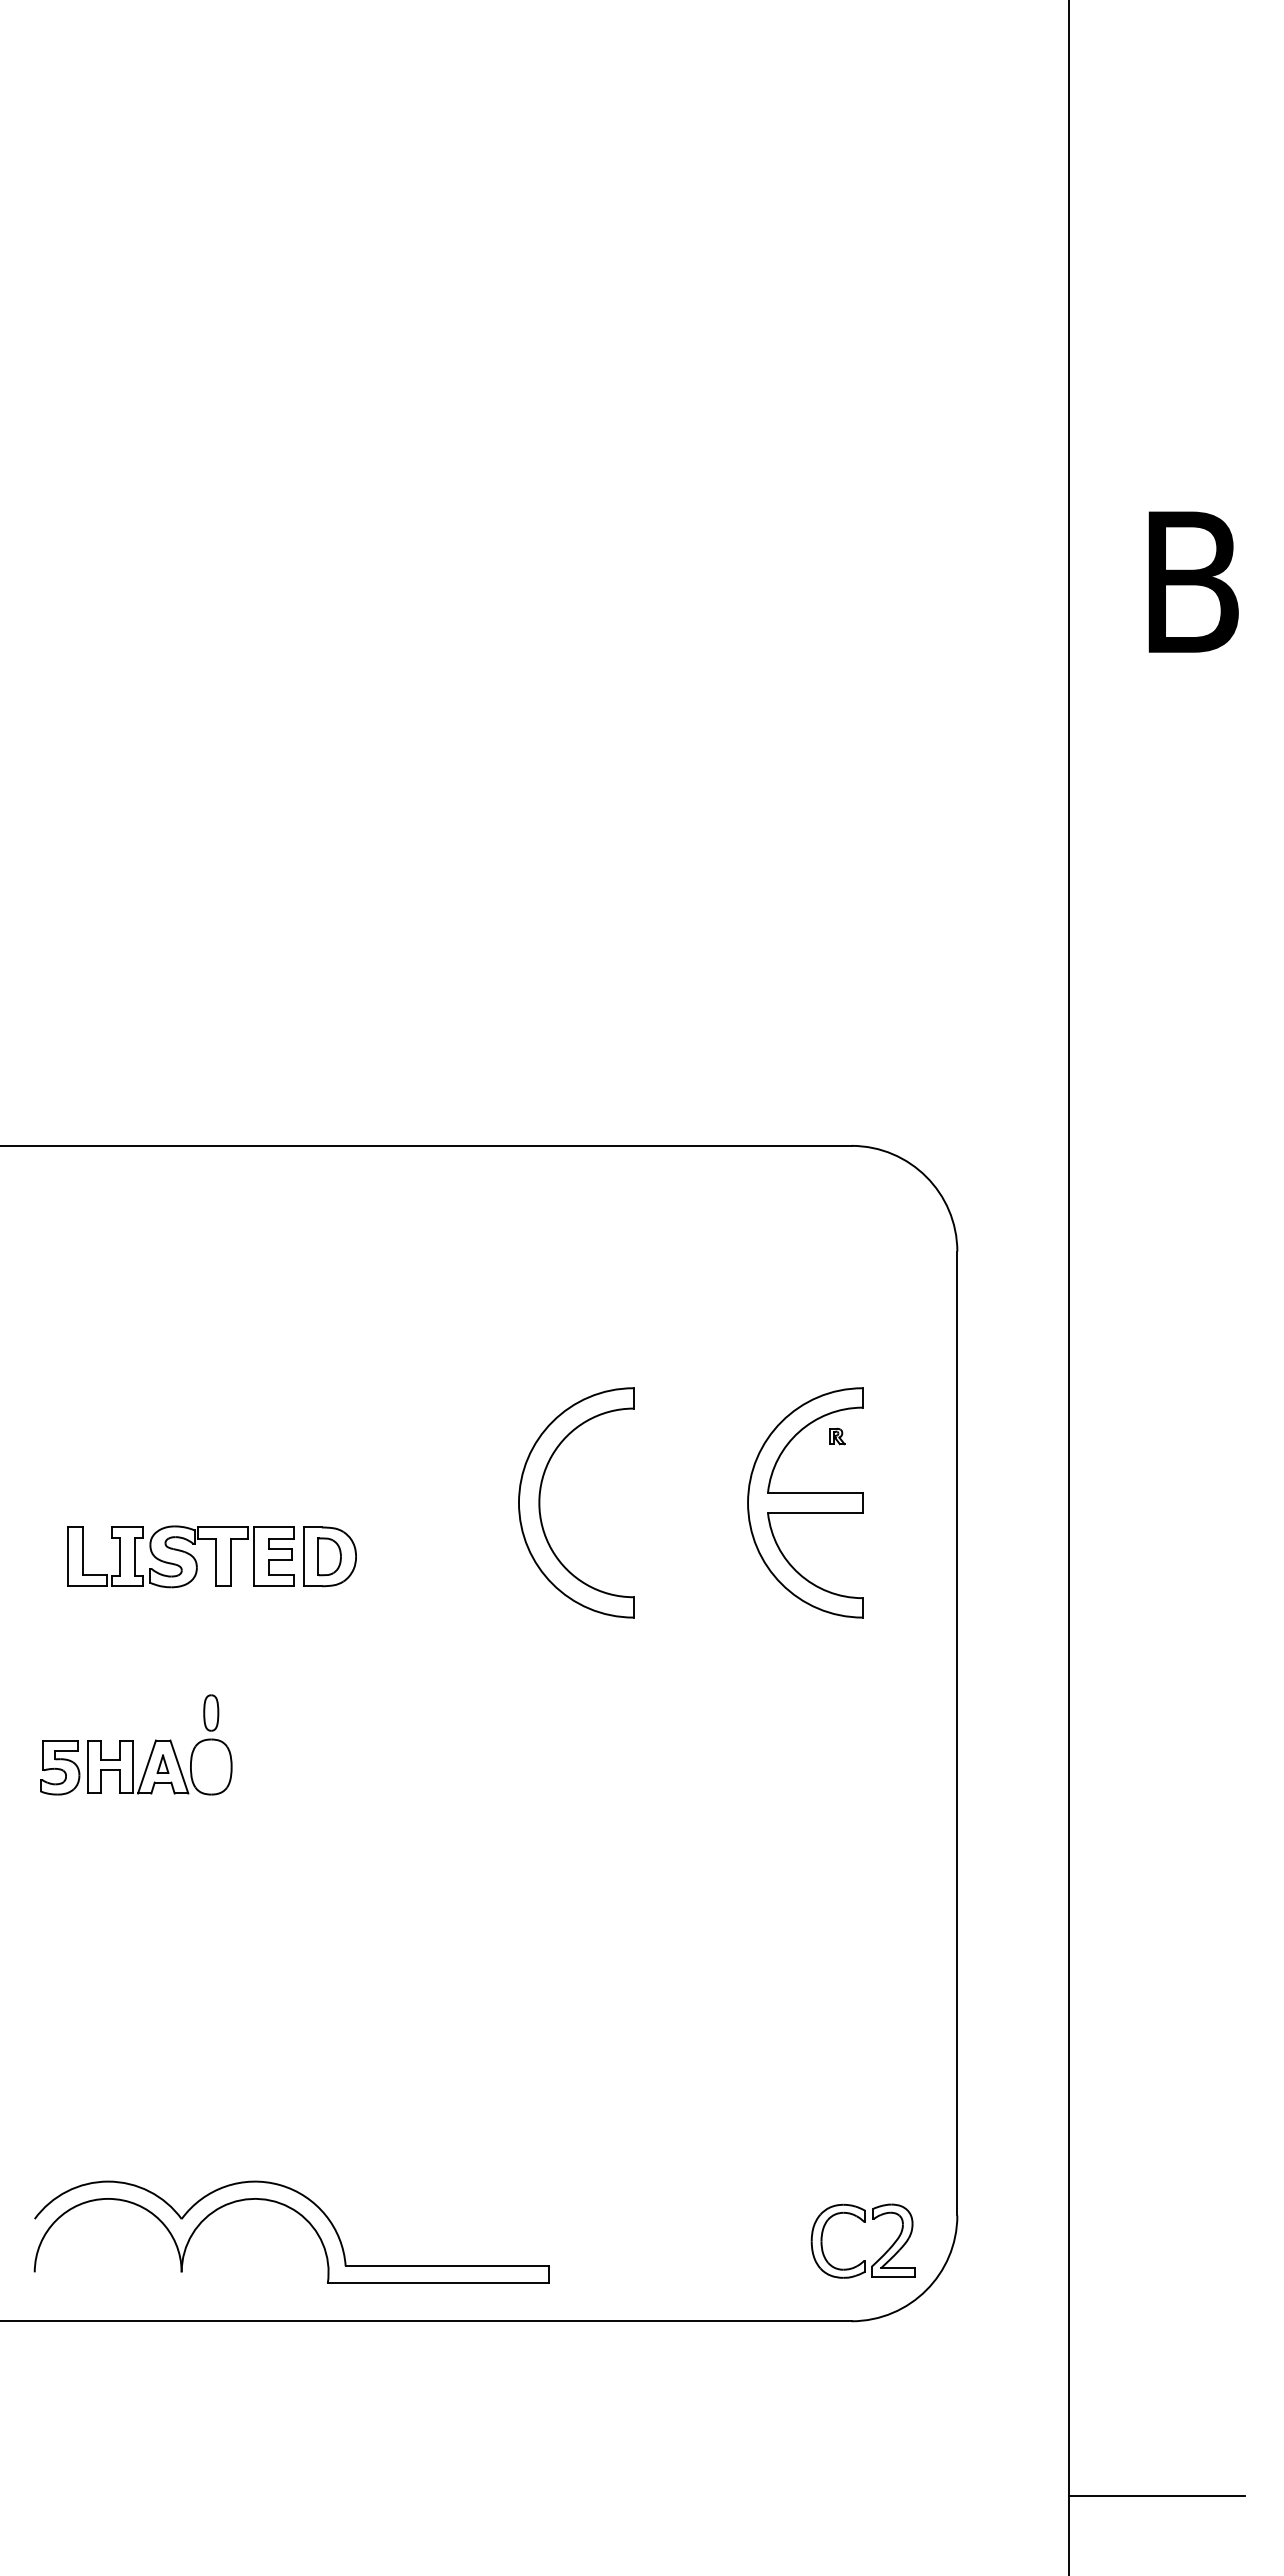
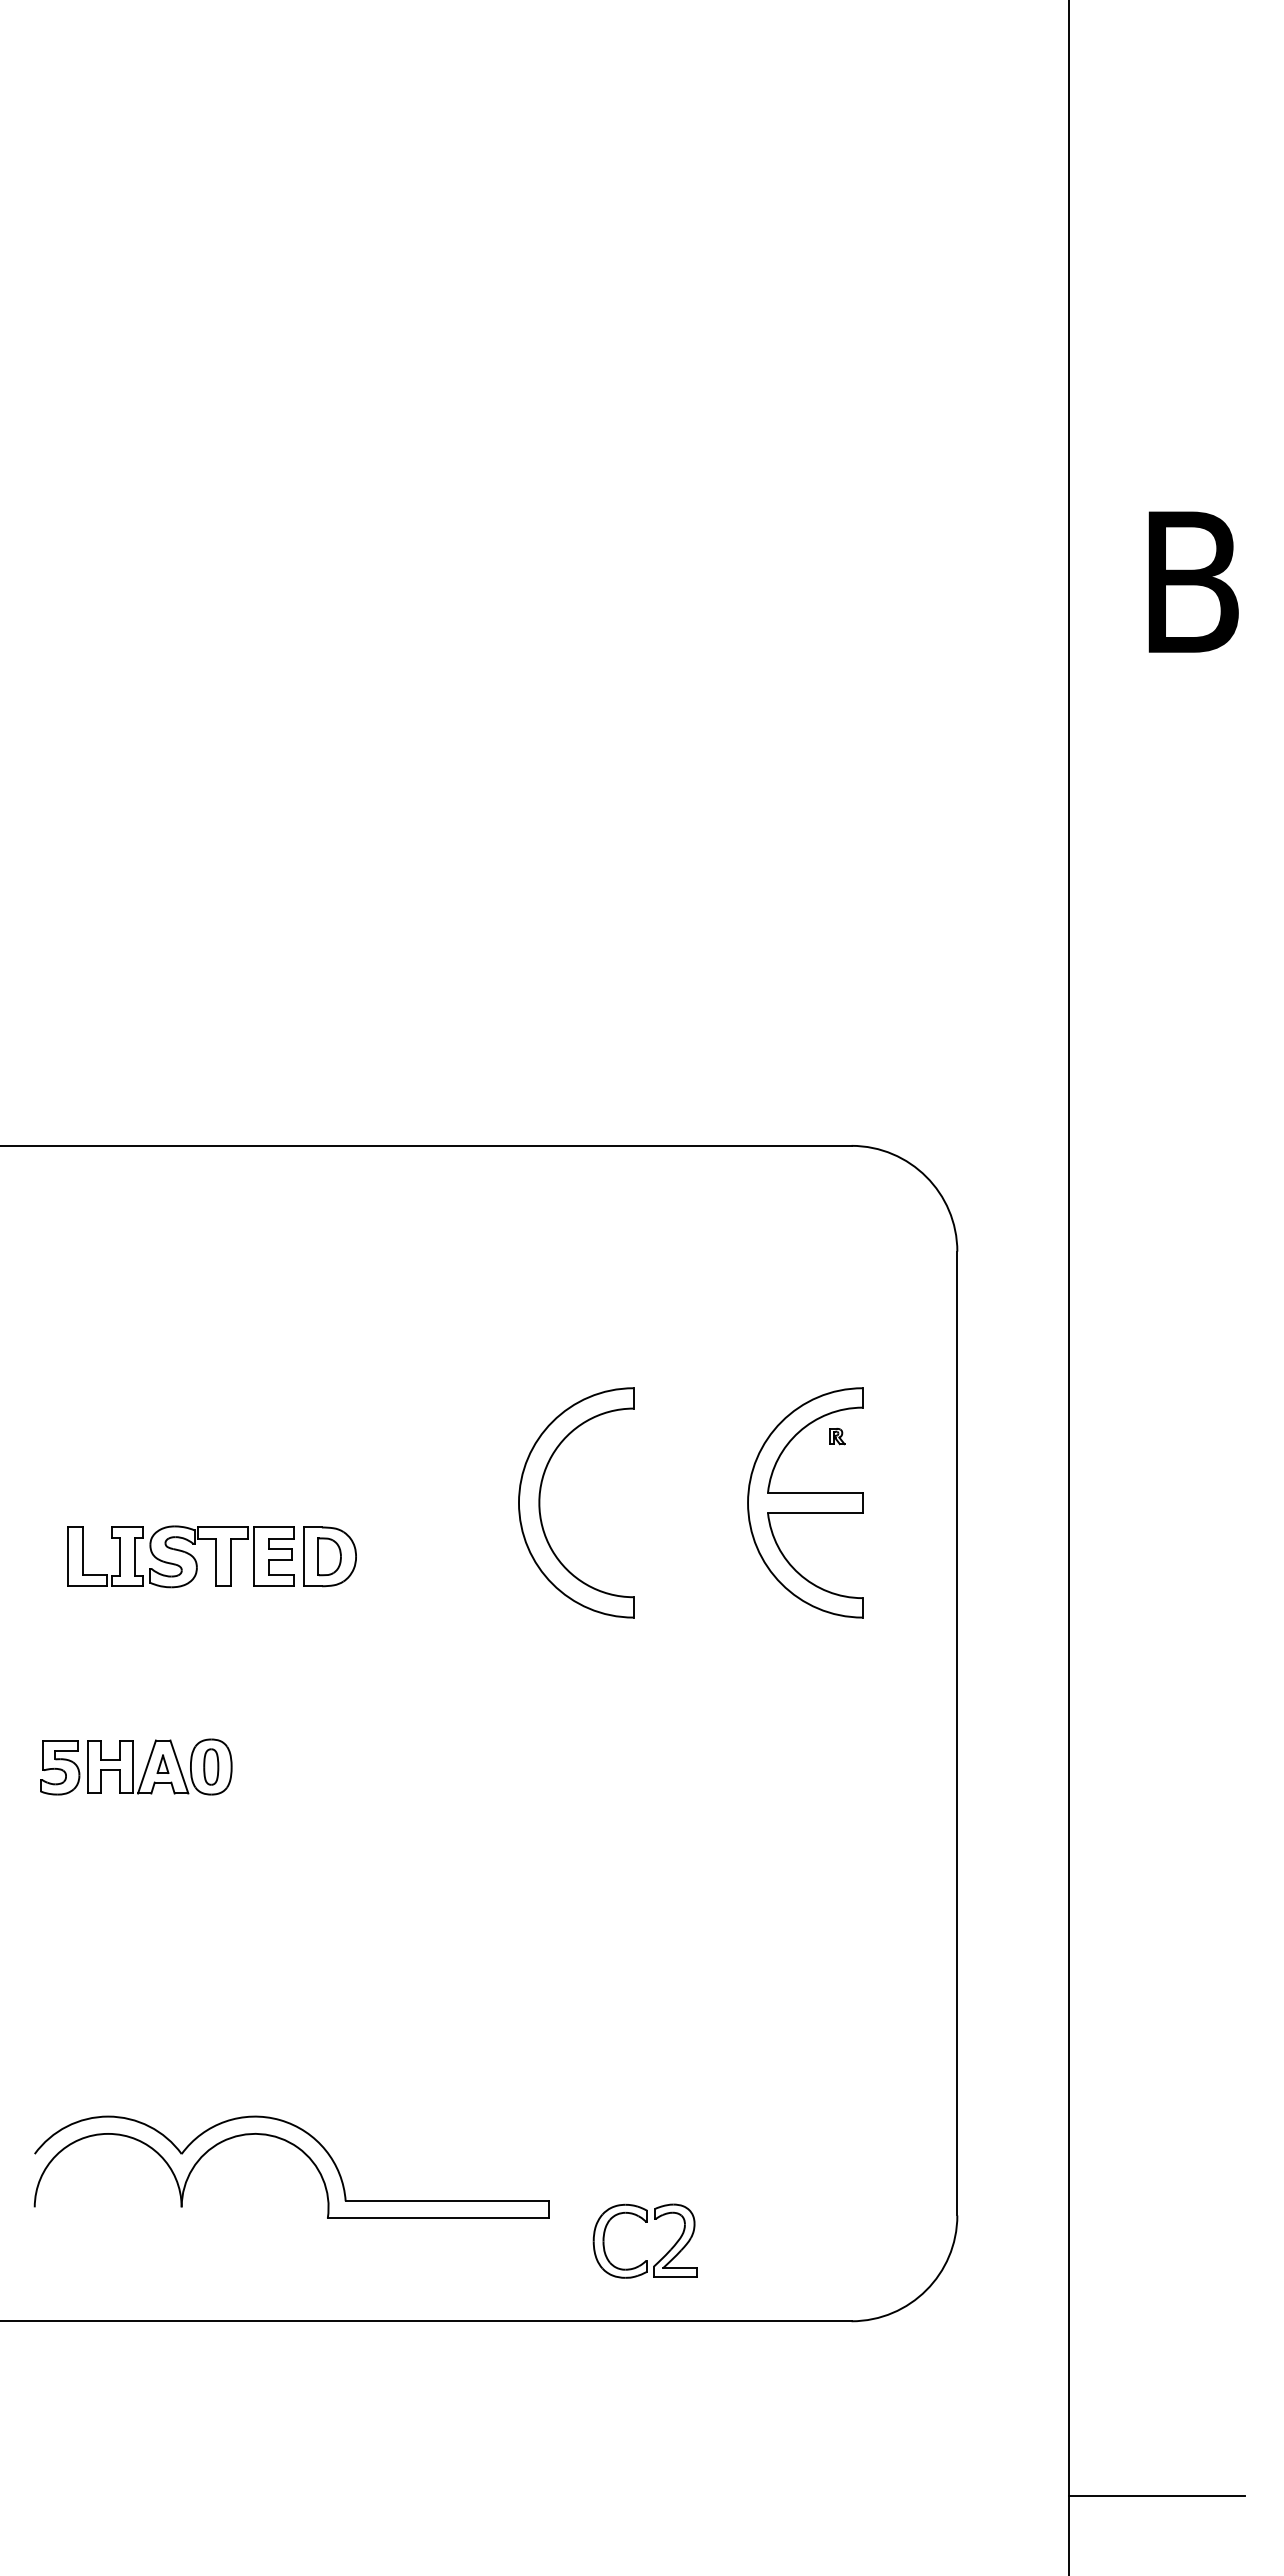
part at (211, 1712) position: (211, 1712) -> (211, 1766)
part at (303, 2218) position: (303, 2218) -> (303, 2153)
part at (863, 2222) position: (863, 2222) -> (645, 2222)
